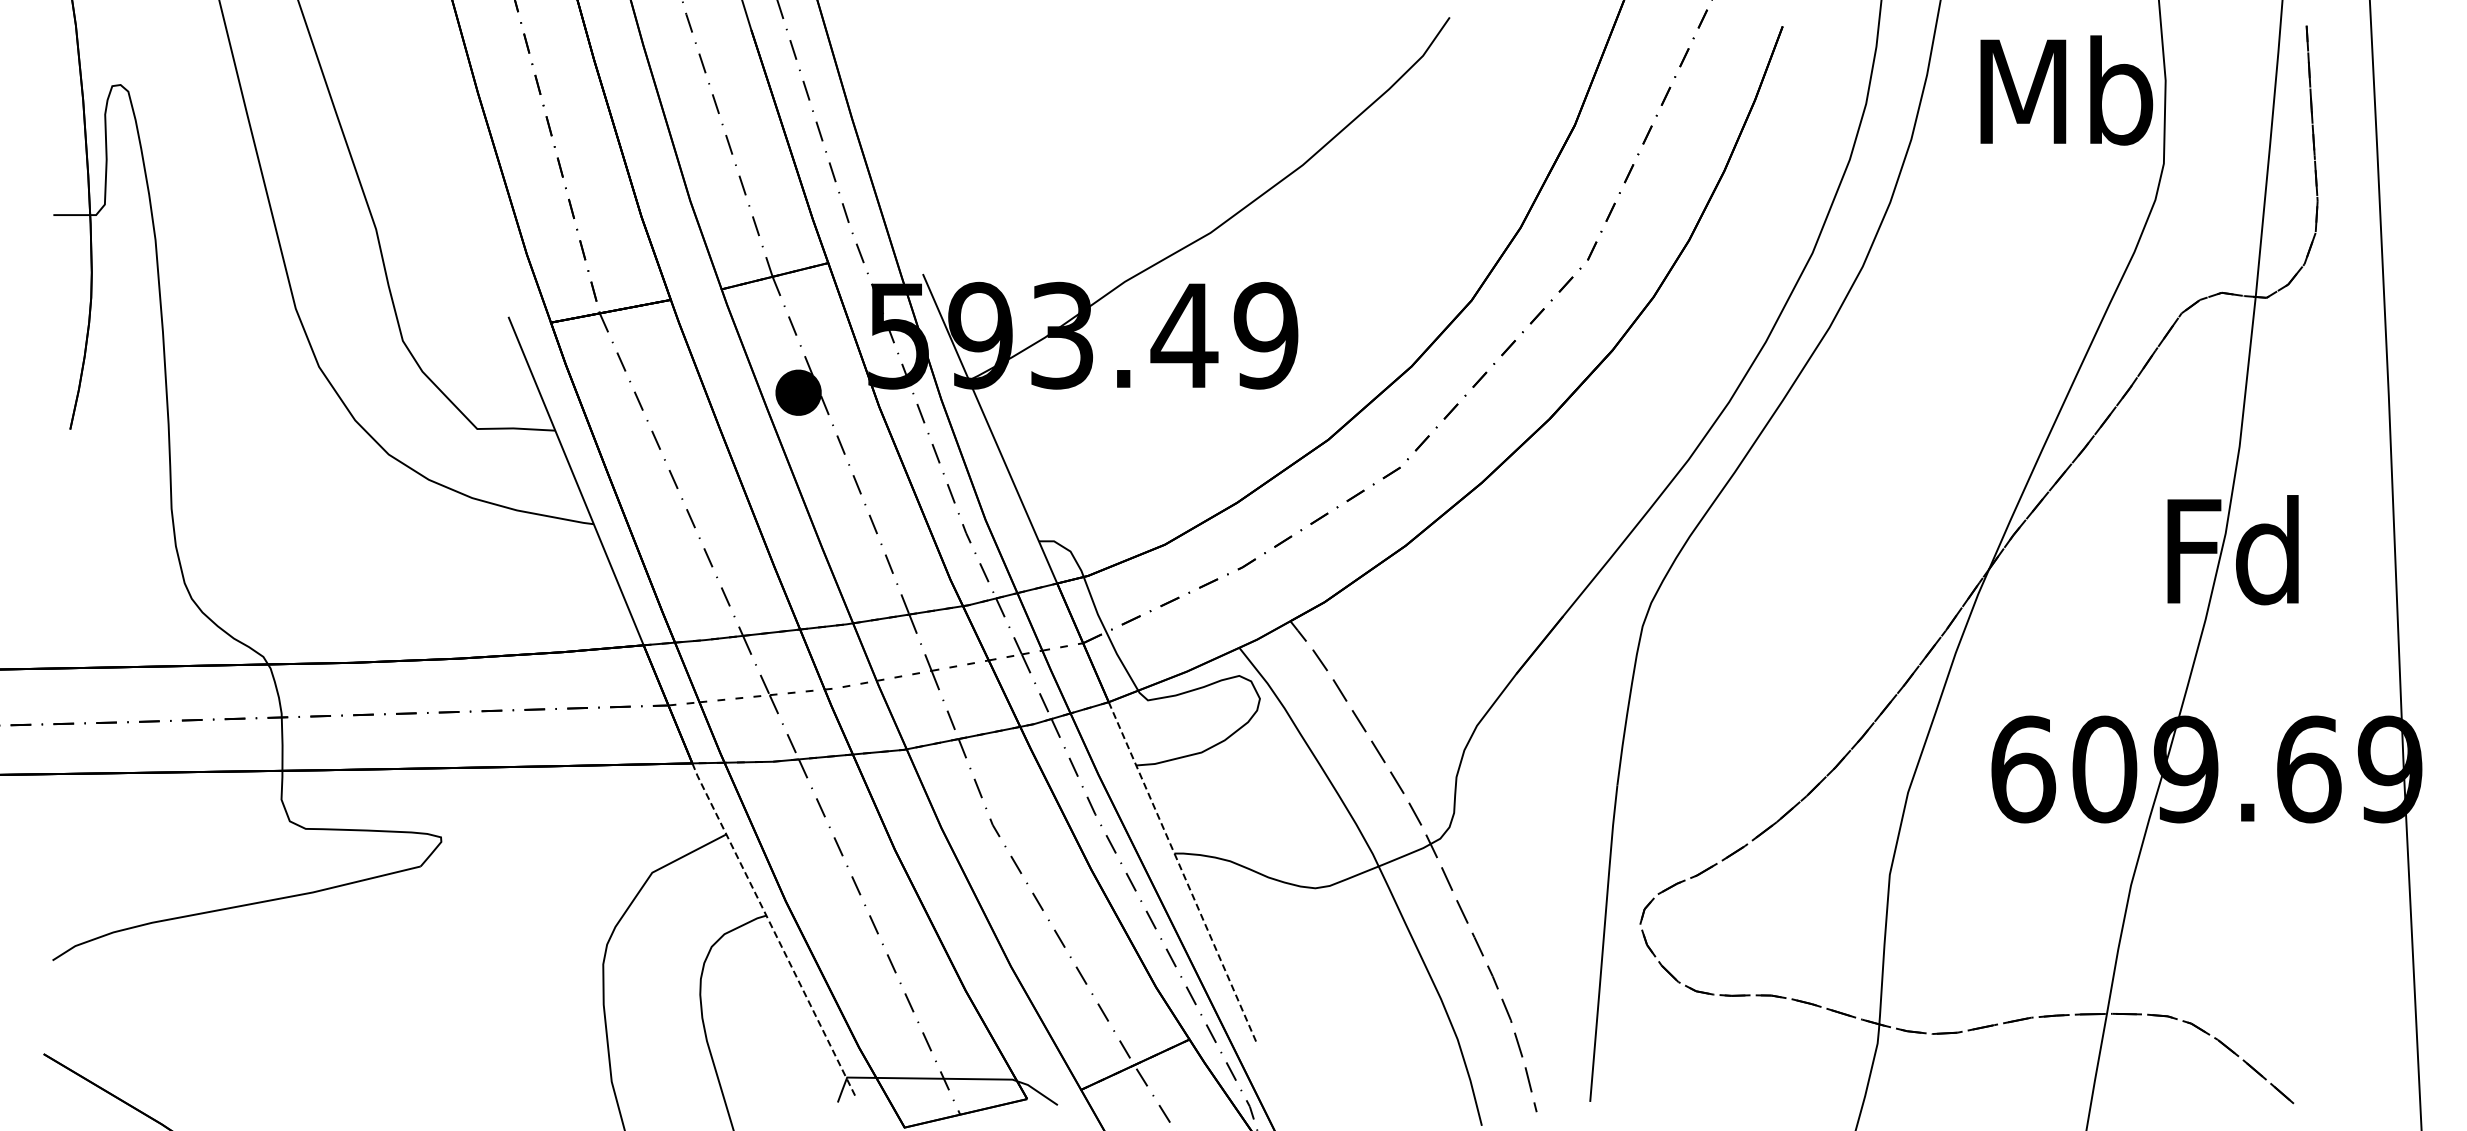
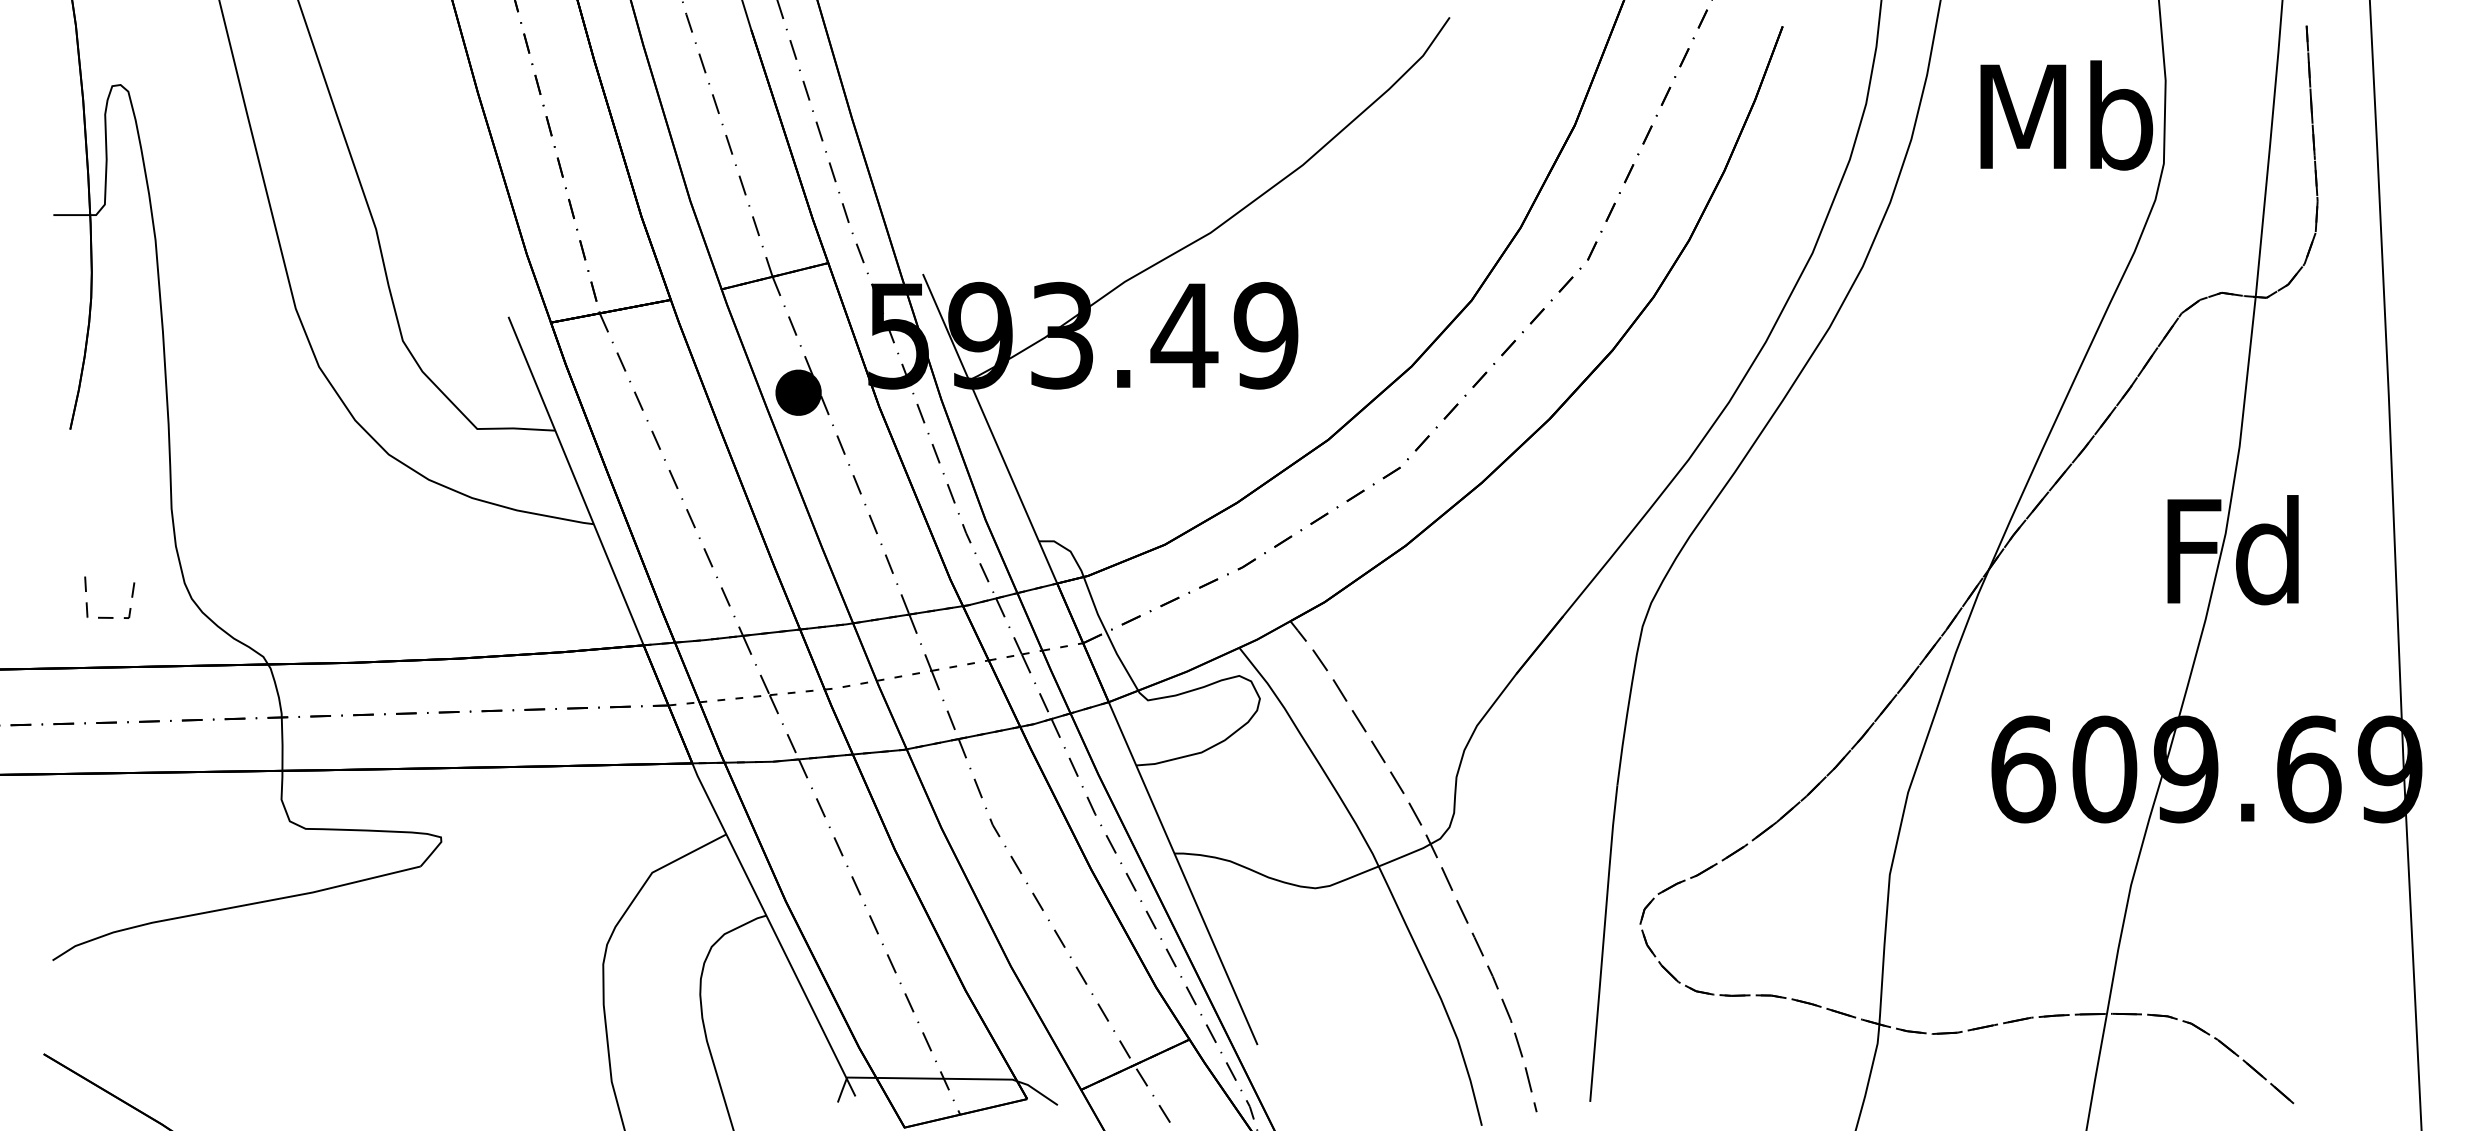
text at (2066, 90) position: (2066, 90) -> (2066, 115)
line at (103, 616): none -> present
line at (1183, 873): dashed -> solid
line at (773, 929): dashed -> solid
